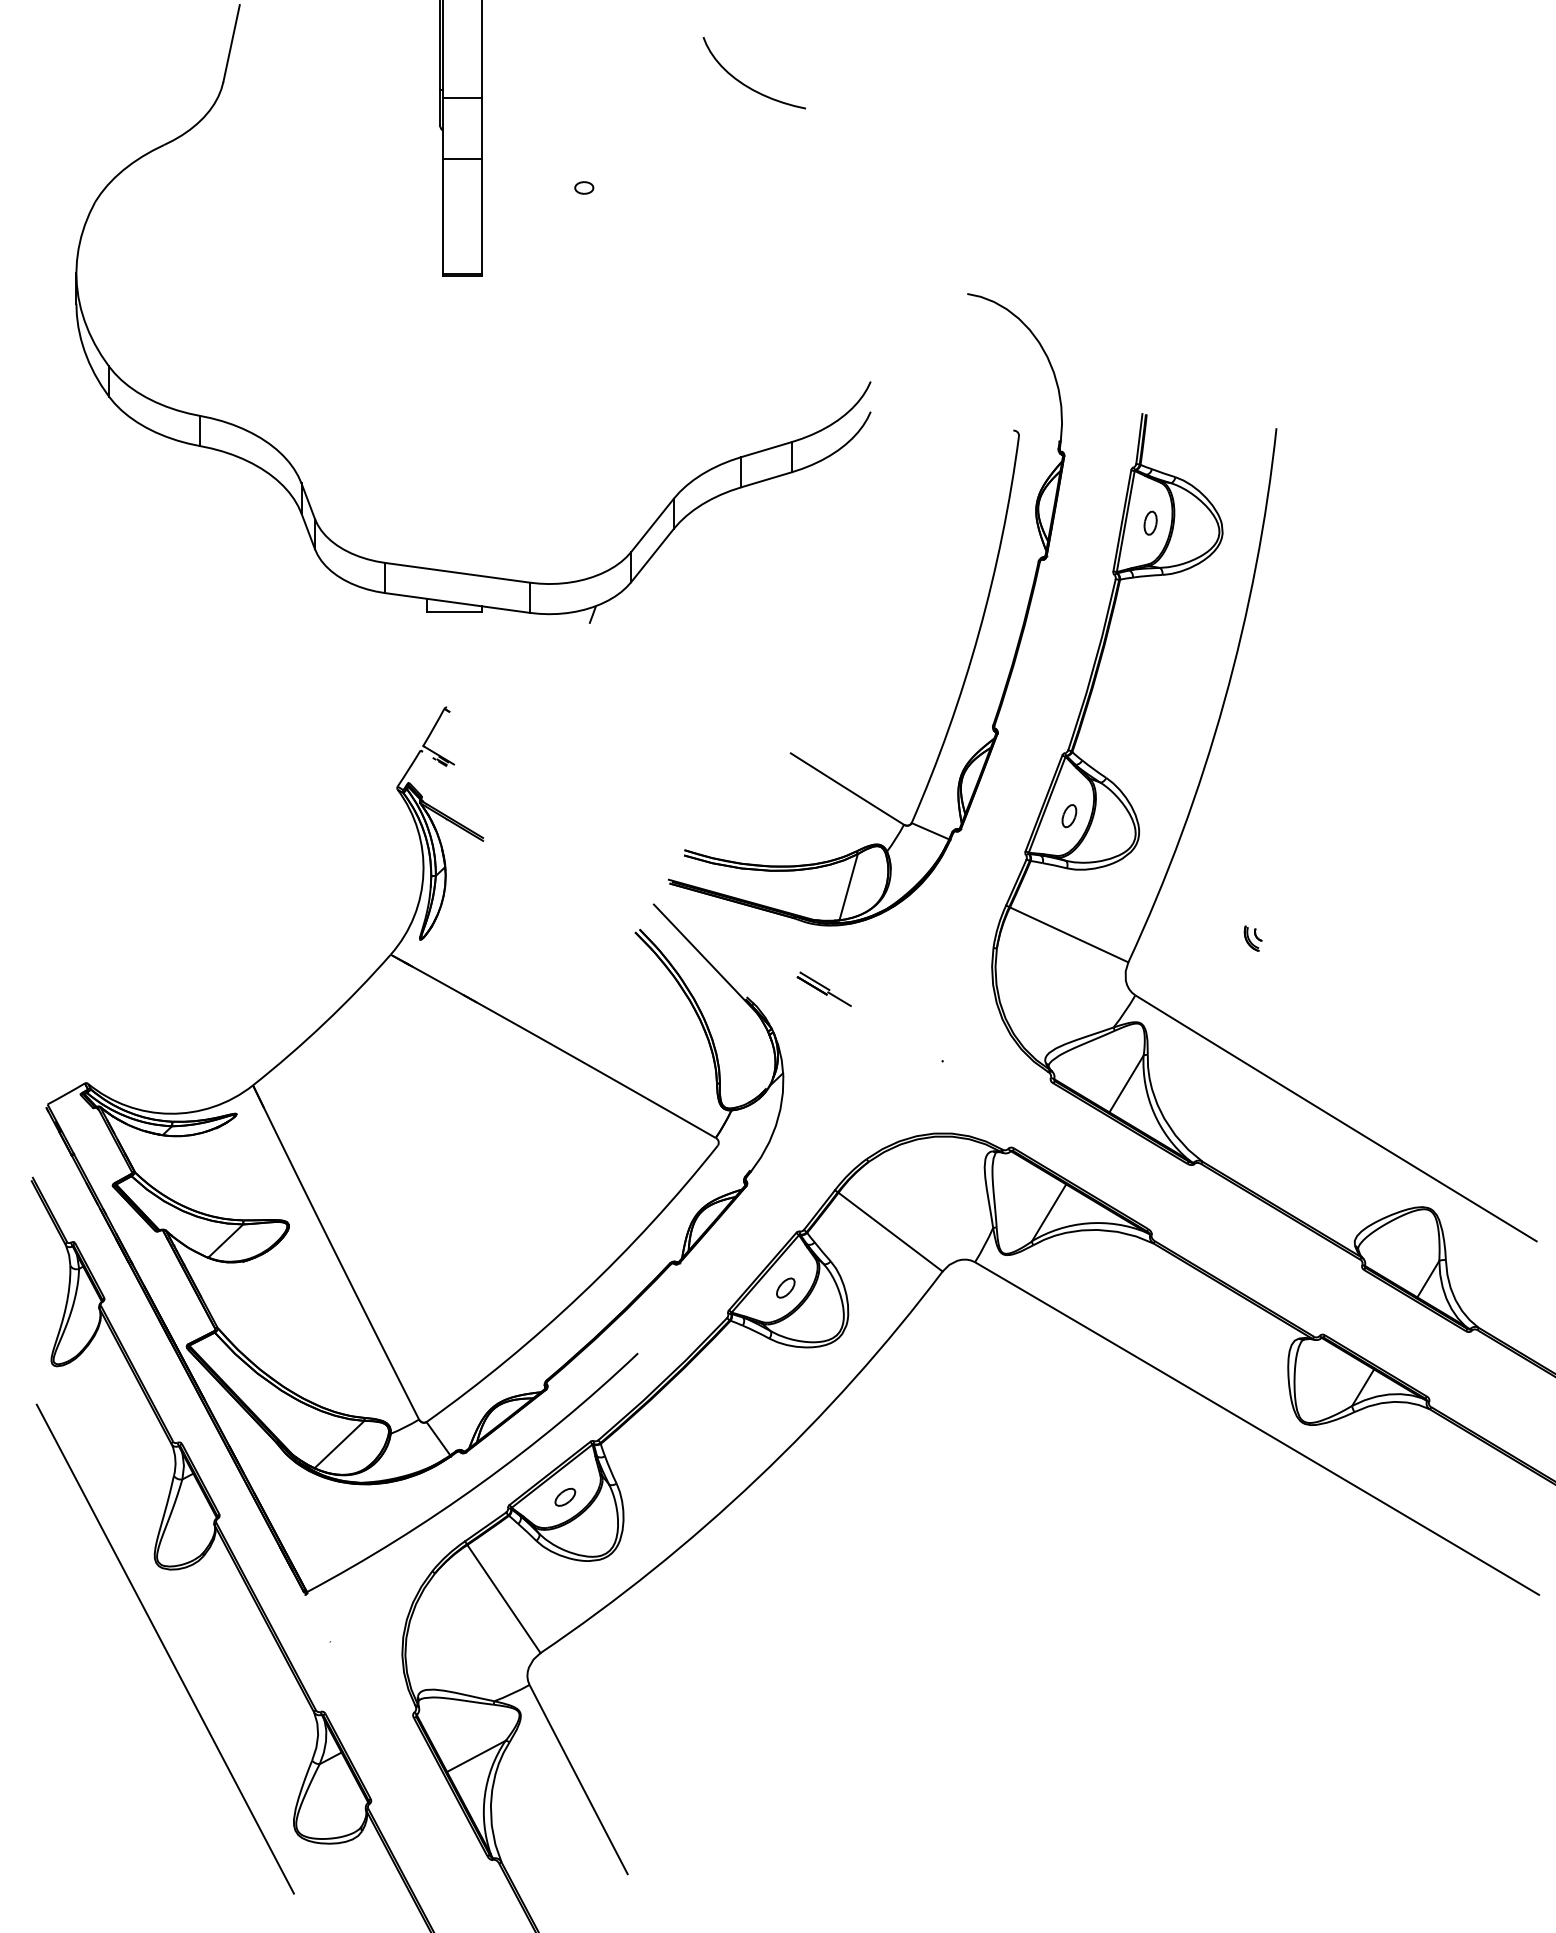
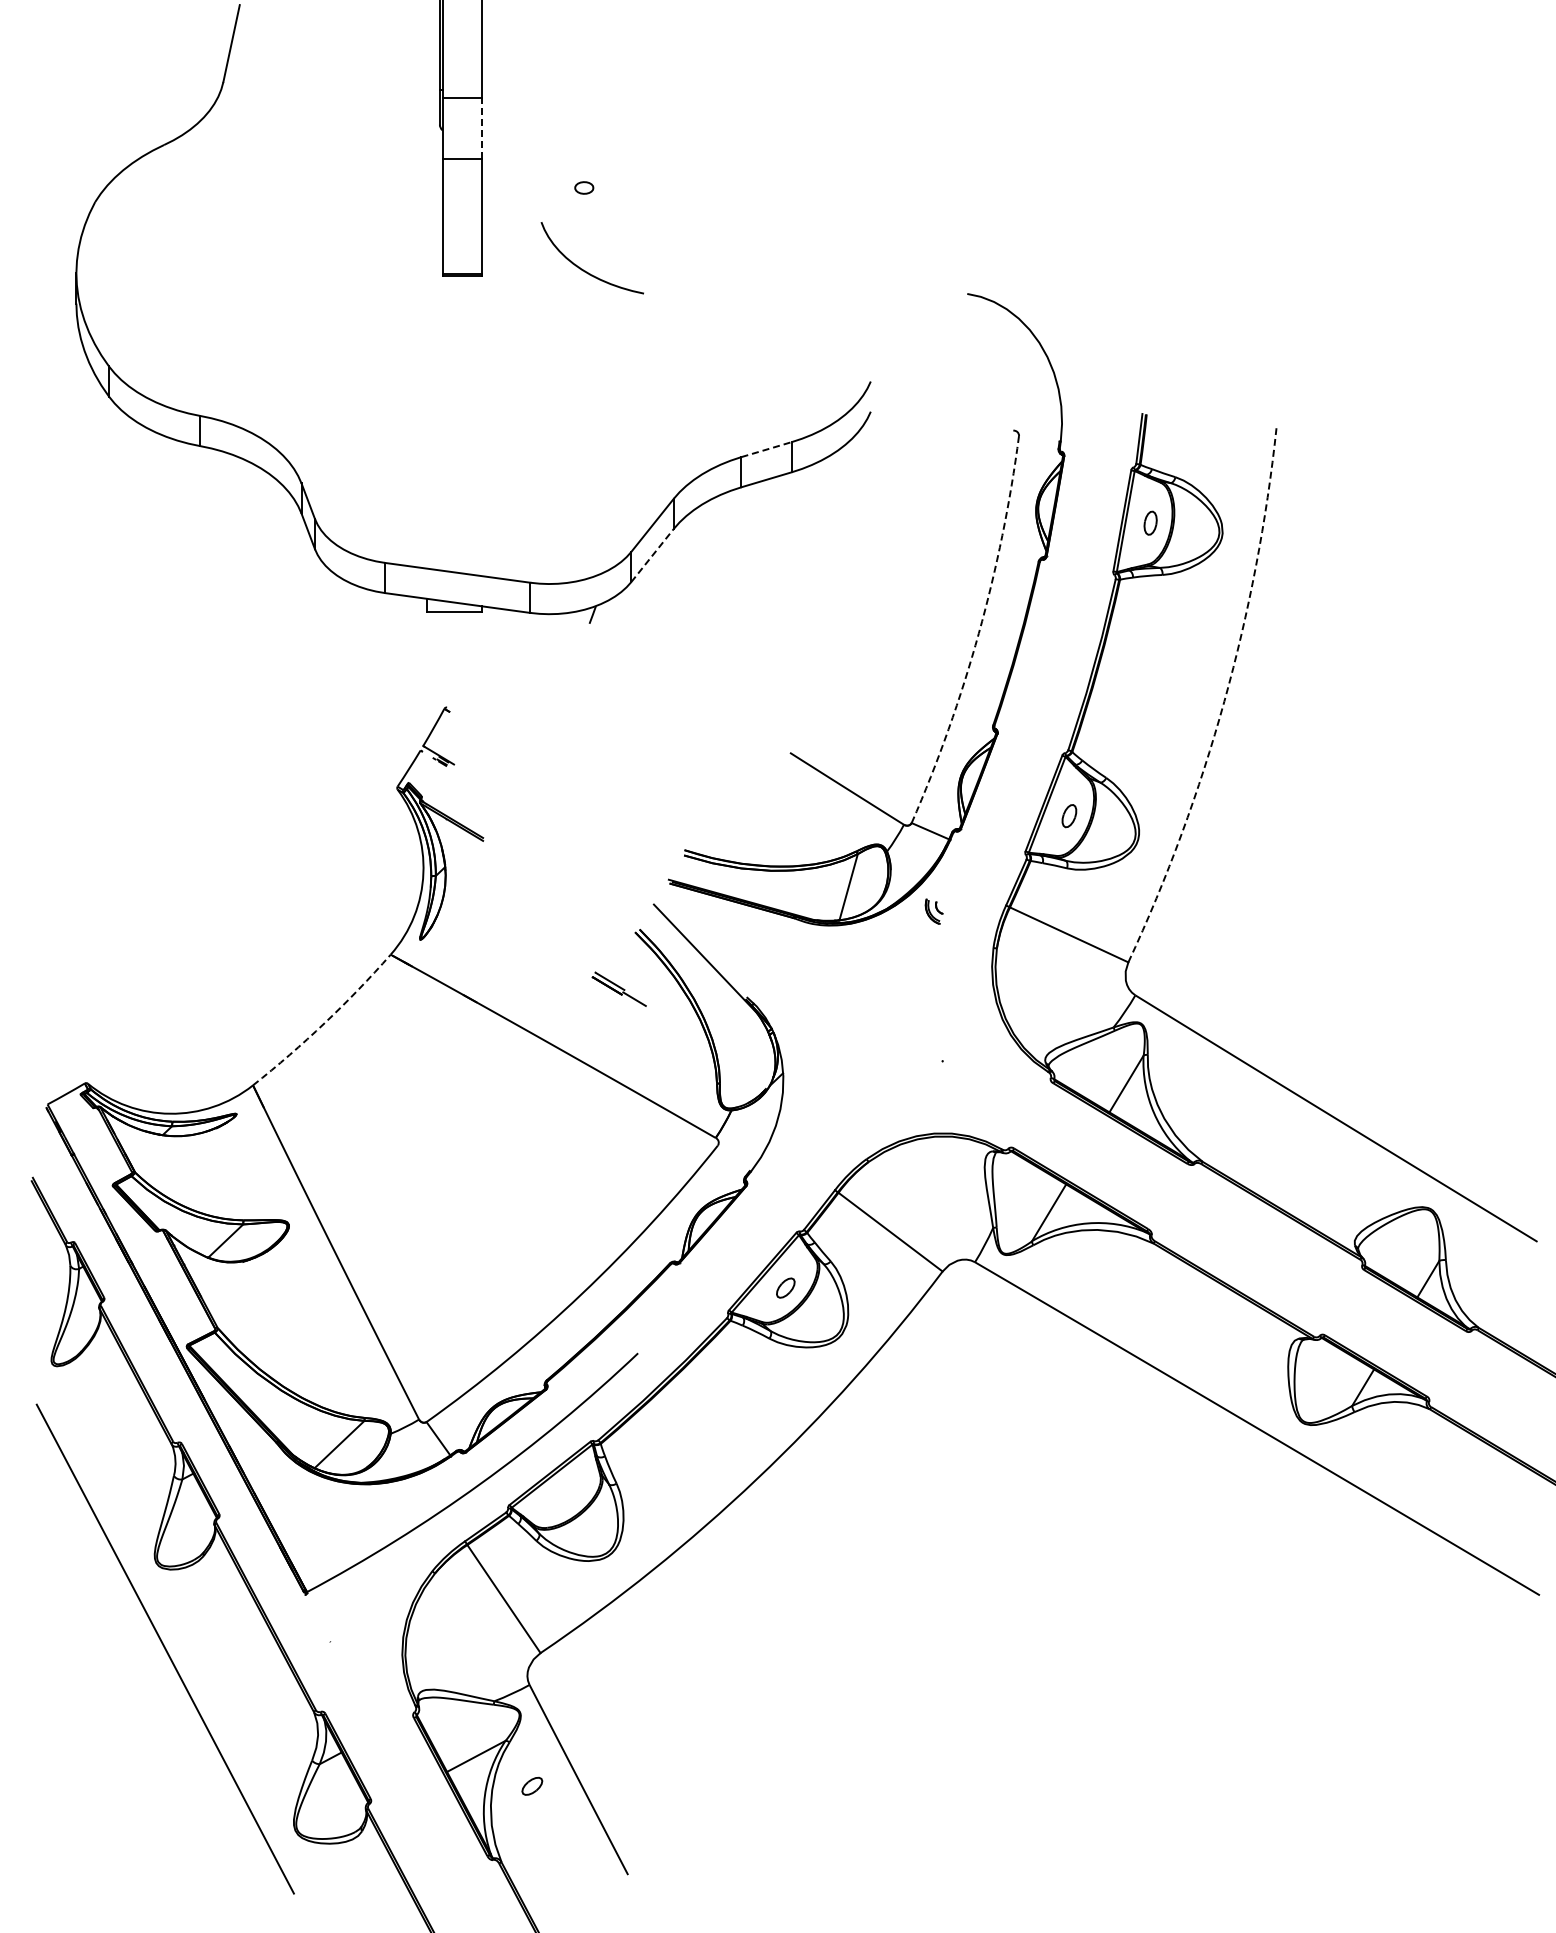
curve at (747, 85) position: (747, 85) -> (585, 270)
line at (481, 128): solid -> dashed
line at (767, 449): solid -> dashed
line at (652, 555): solid -> dashed
arc at (978, 633): solid -> dashed
arc at (1224, 701): solid -> dashed
part at (1252, 938) position: (1252, 938) -> (933, 911)
part at (823, 988) position: (823, 988) -> (618, 988)
arc at (324, 1023): solid -> dashed
part at (565, 1496) position: (565, 1496) -> (532, 1785)
